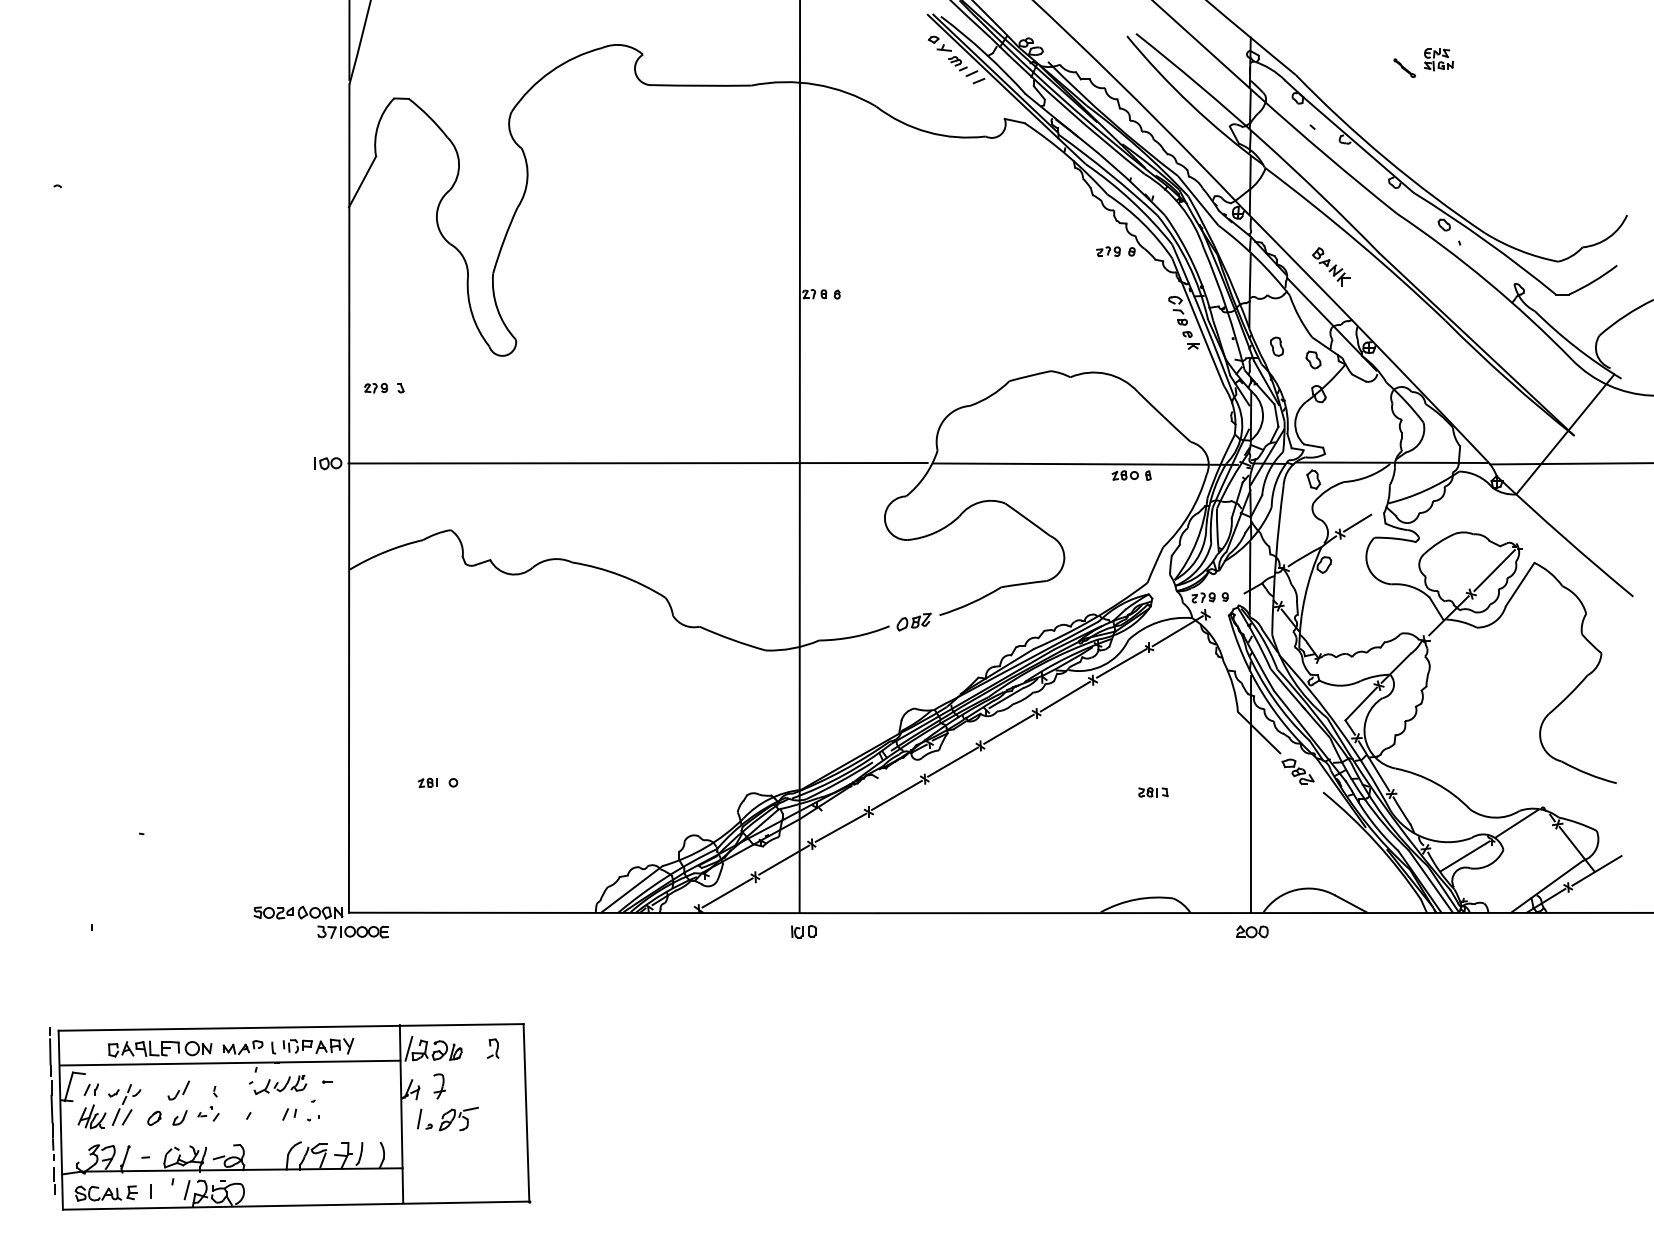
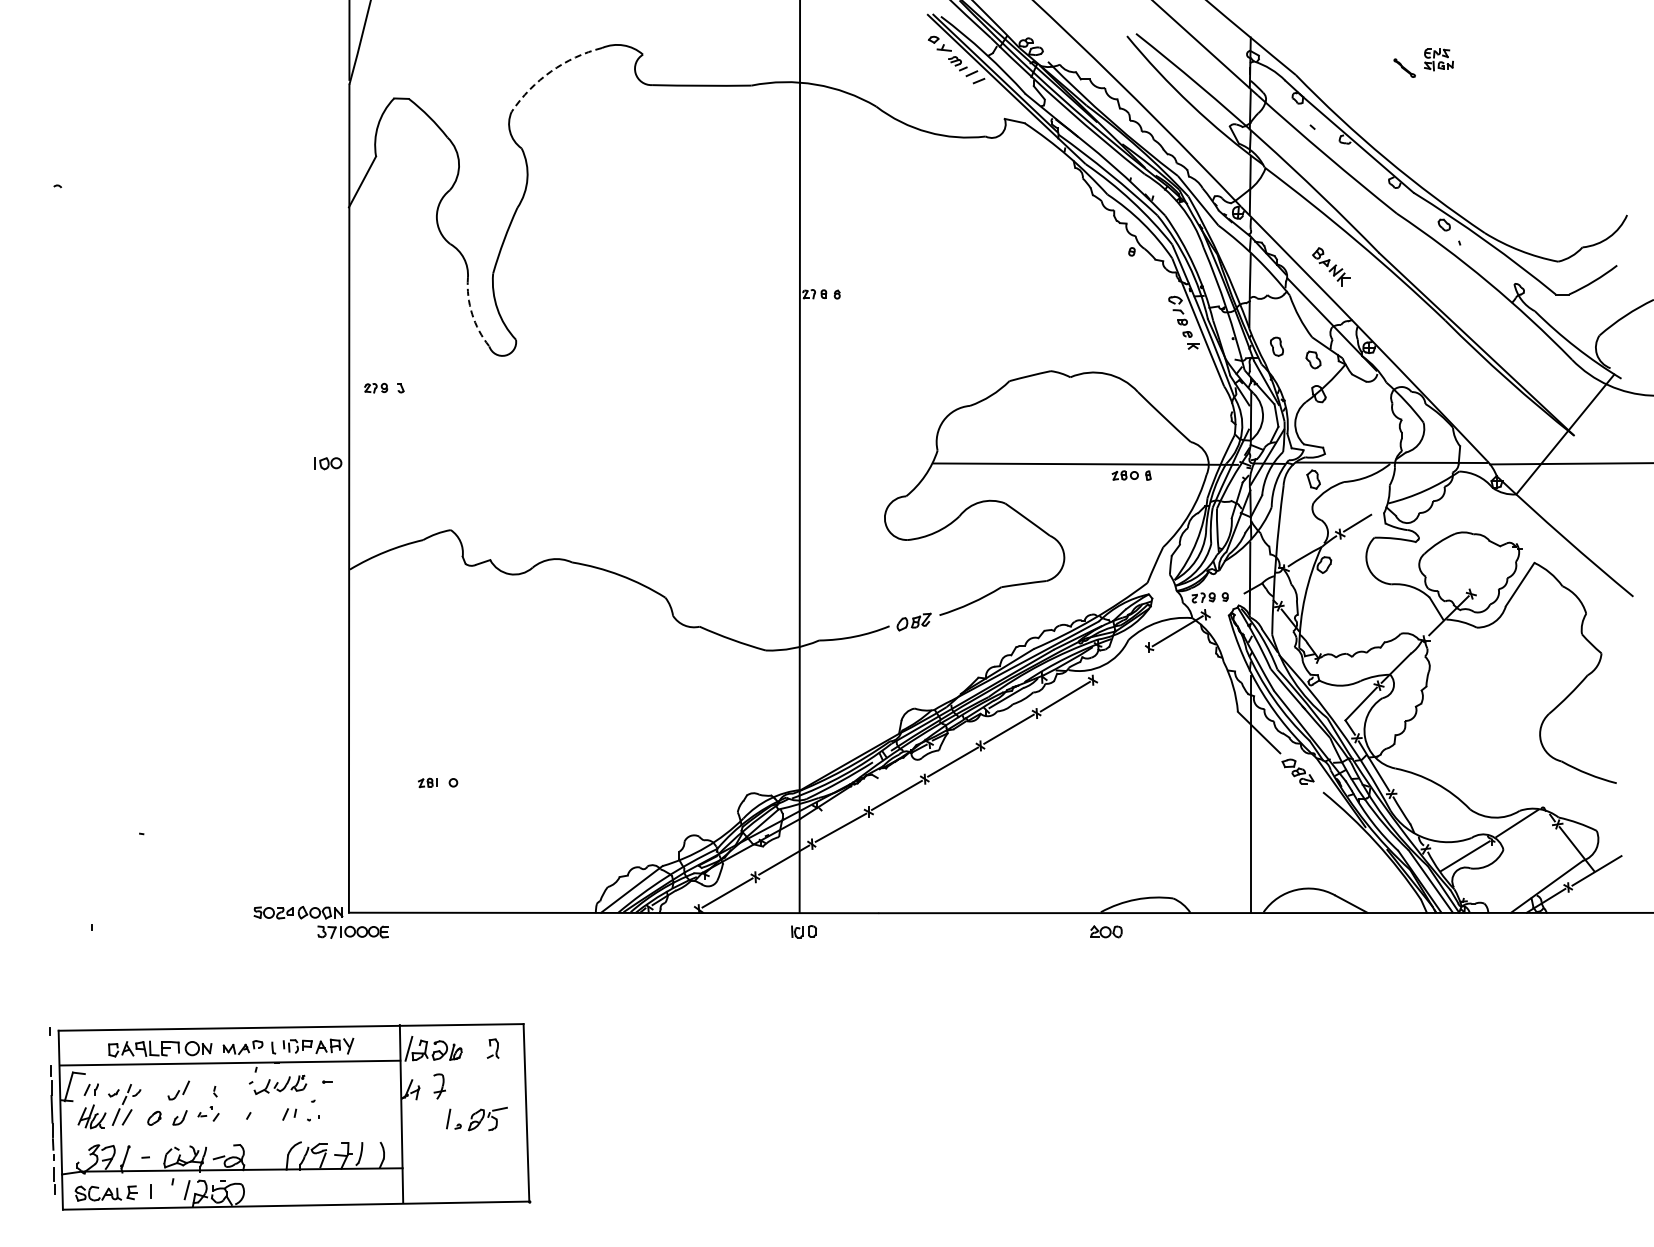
arc at (551, 71): solid -> dashed
part at (1108, 251): present -> none
arc at (472, 314): solid -> dashed
line at (637, 463): present -> none
line at (1494, 570): present -> none
line at (1121, 663): present -> none
part at (1153, 792): present -> none
part at (1252, 931) position: (1252, 931) -> (1106, 931)
line at (50, 1051): present -> none
part at (447, 1118) position: (447, 1118) -> (476, 1118)
